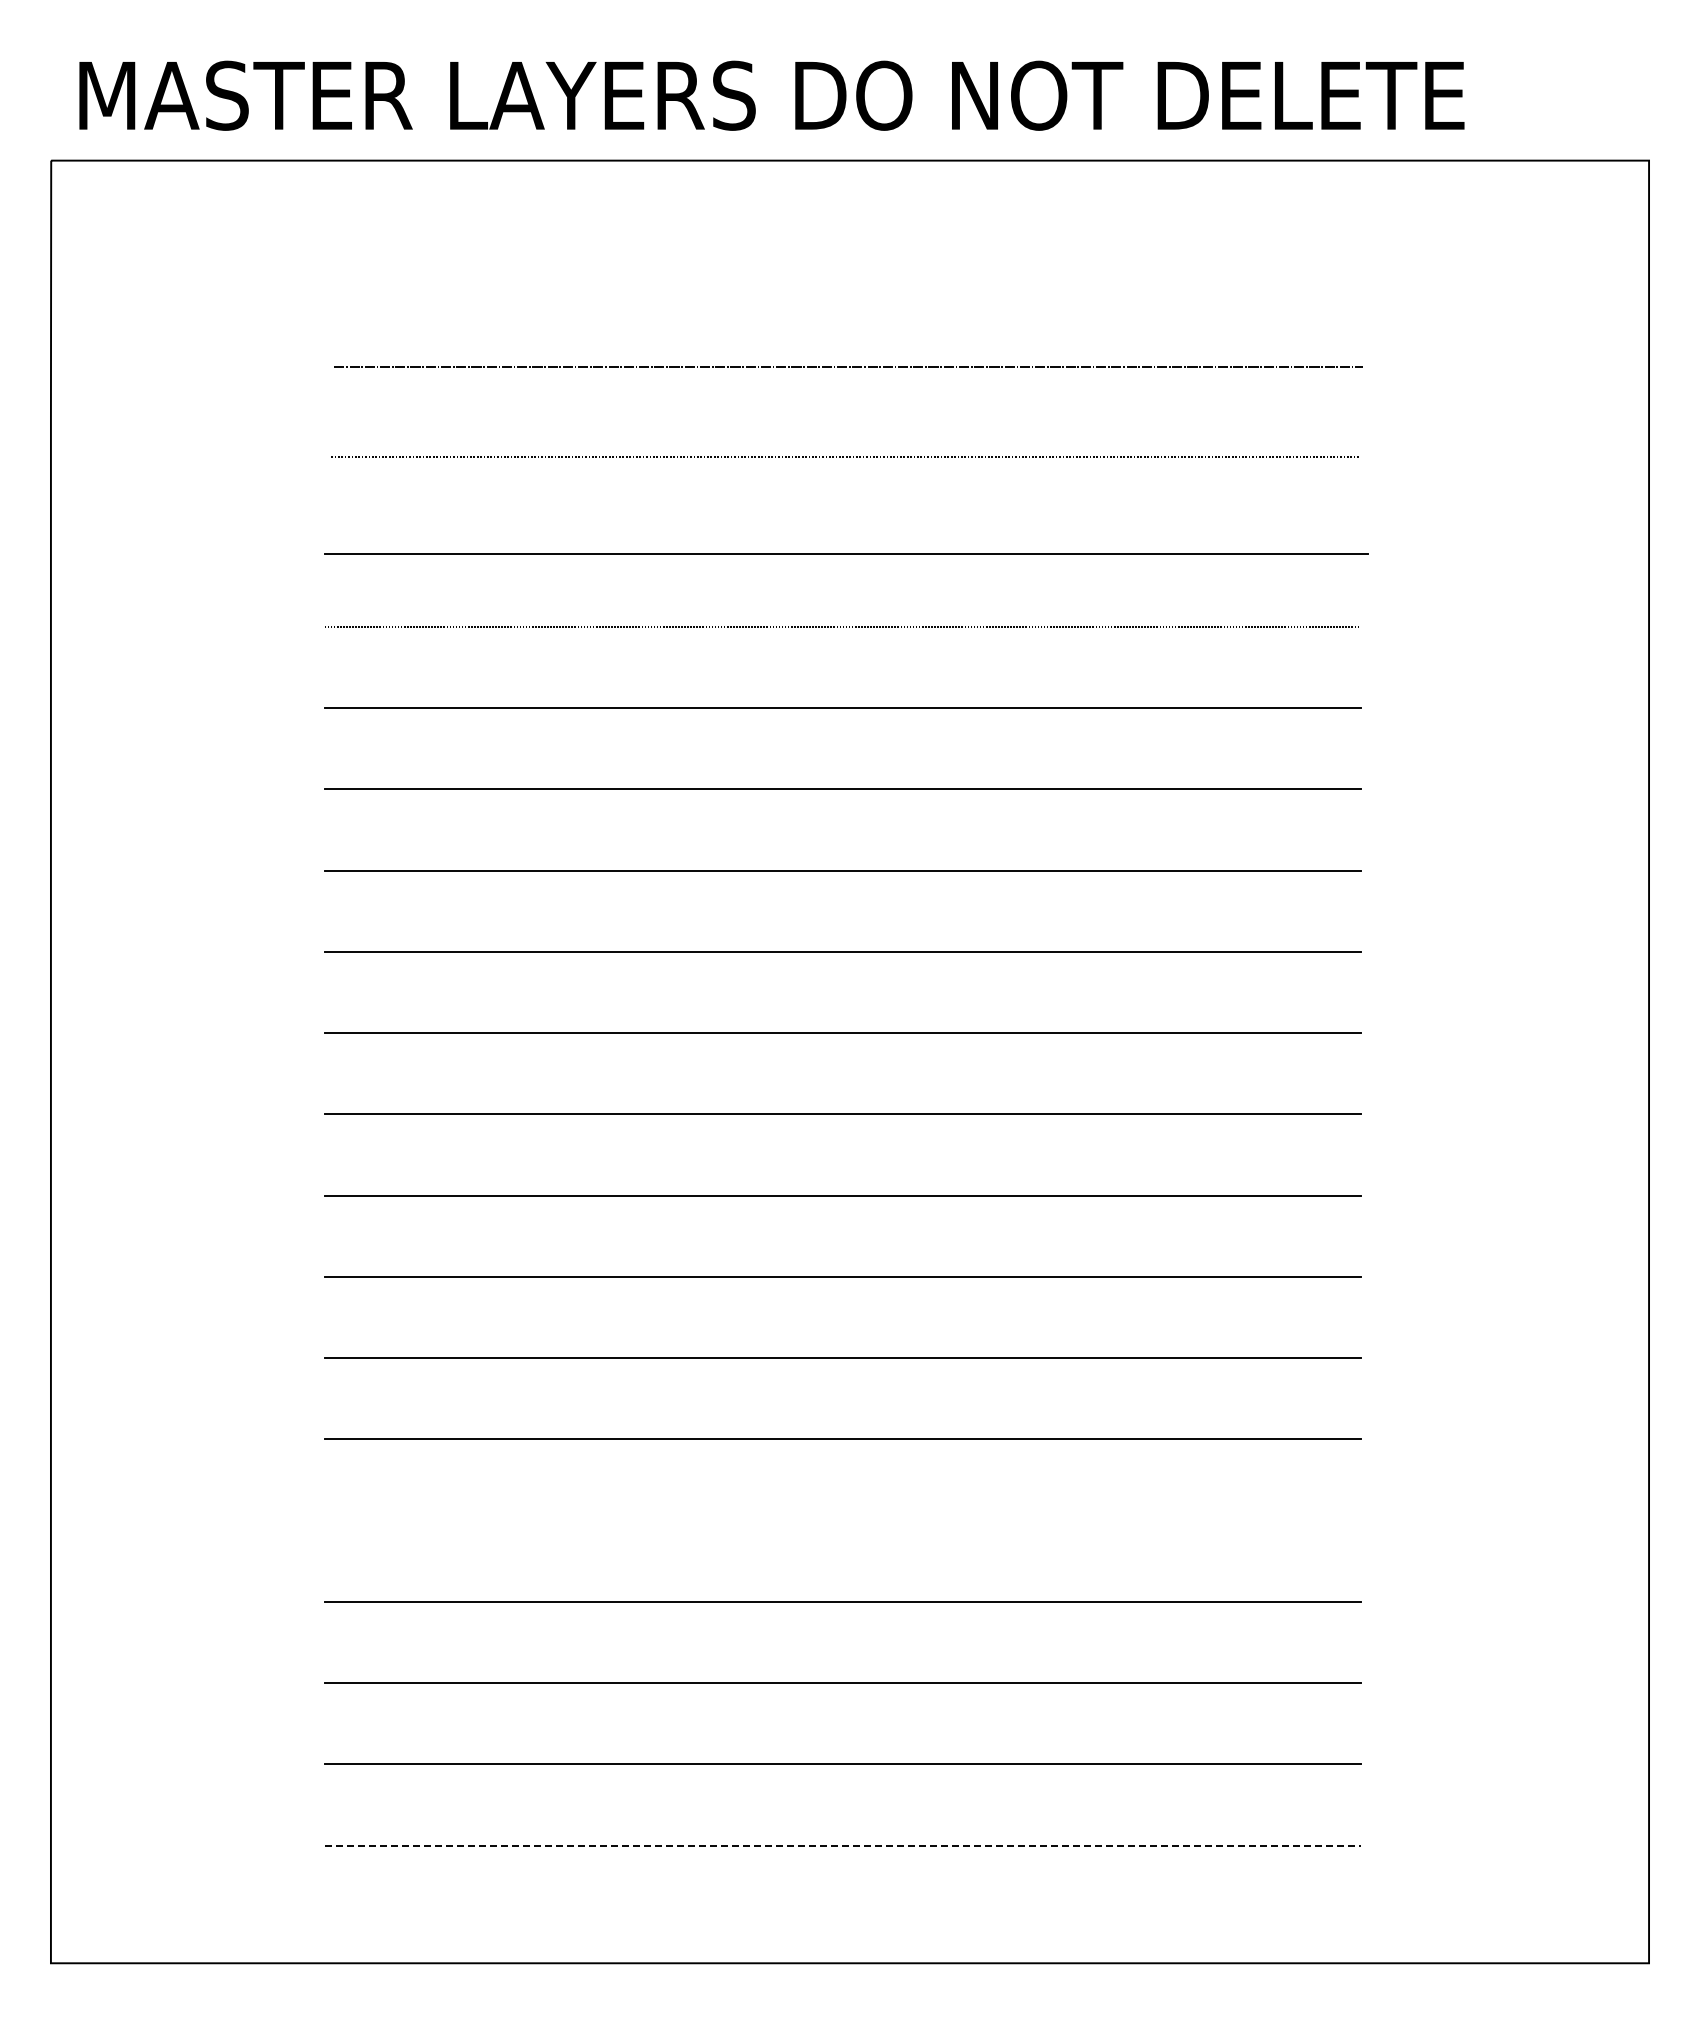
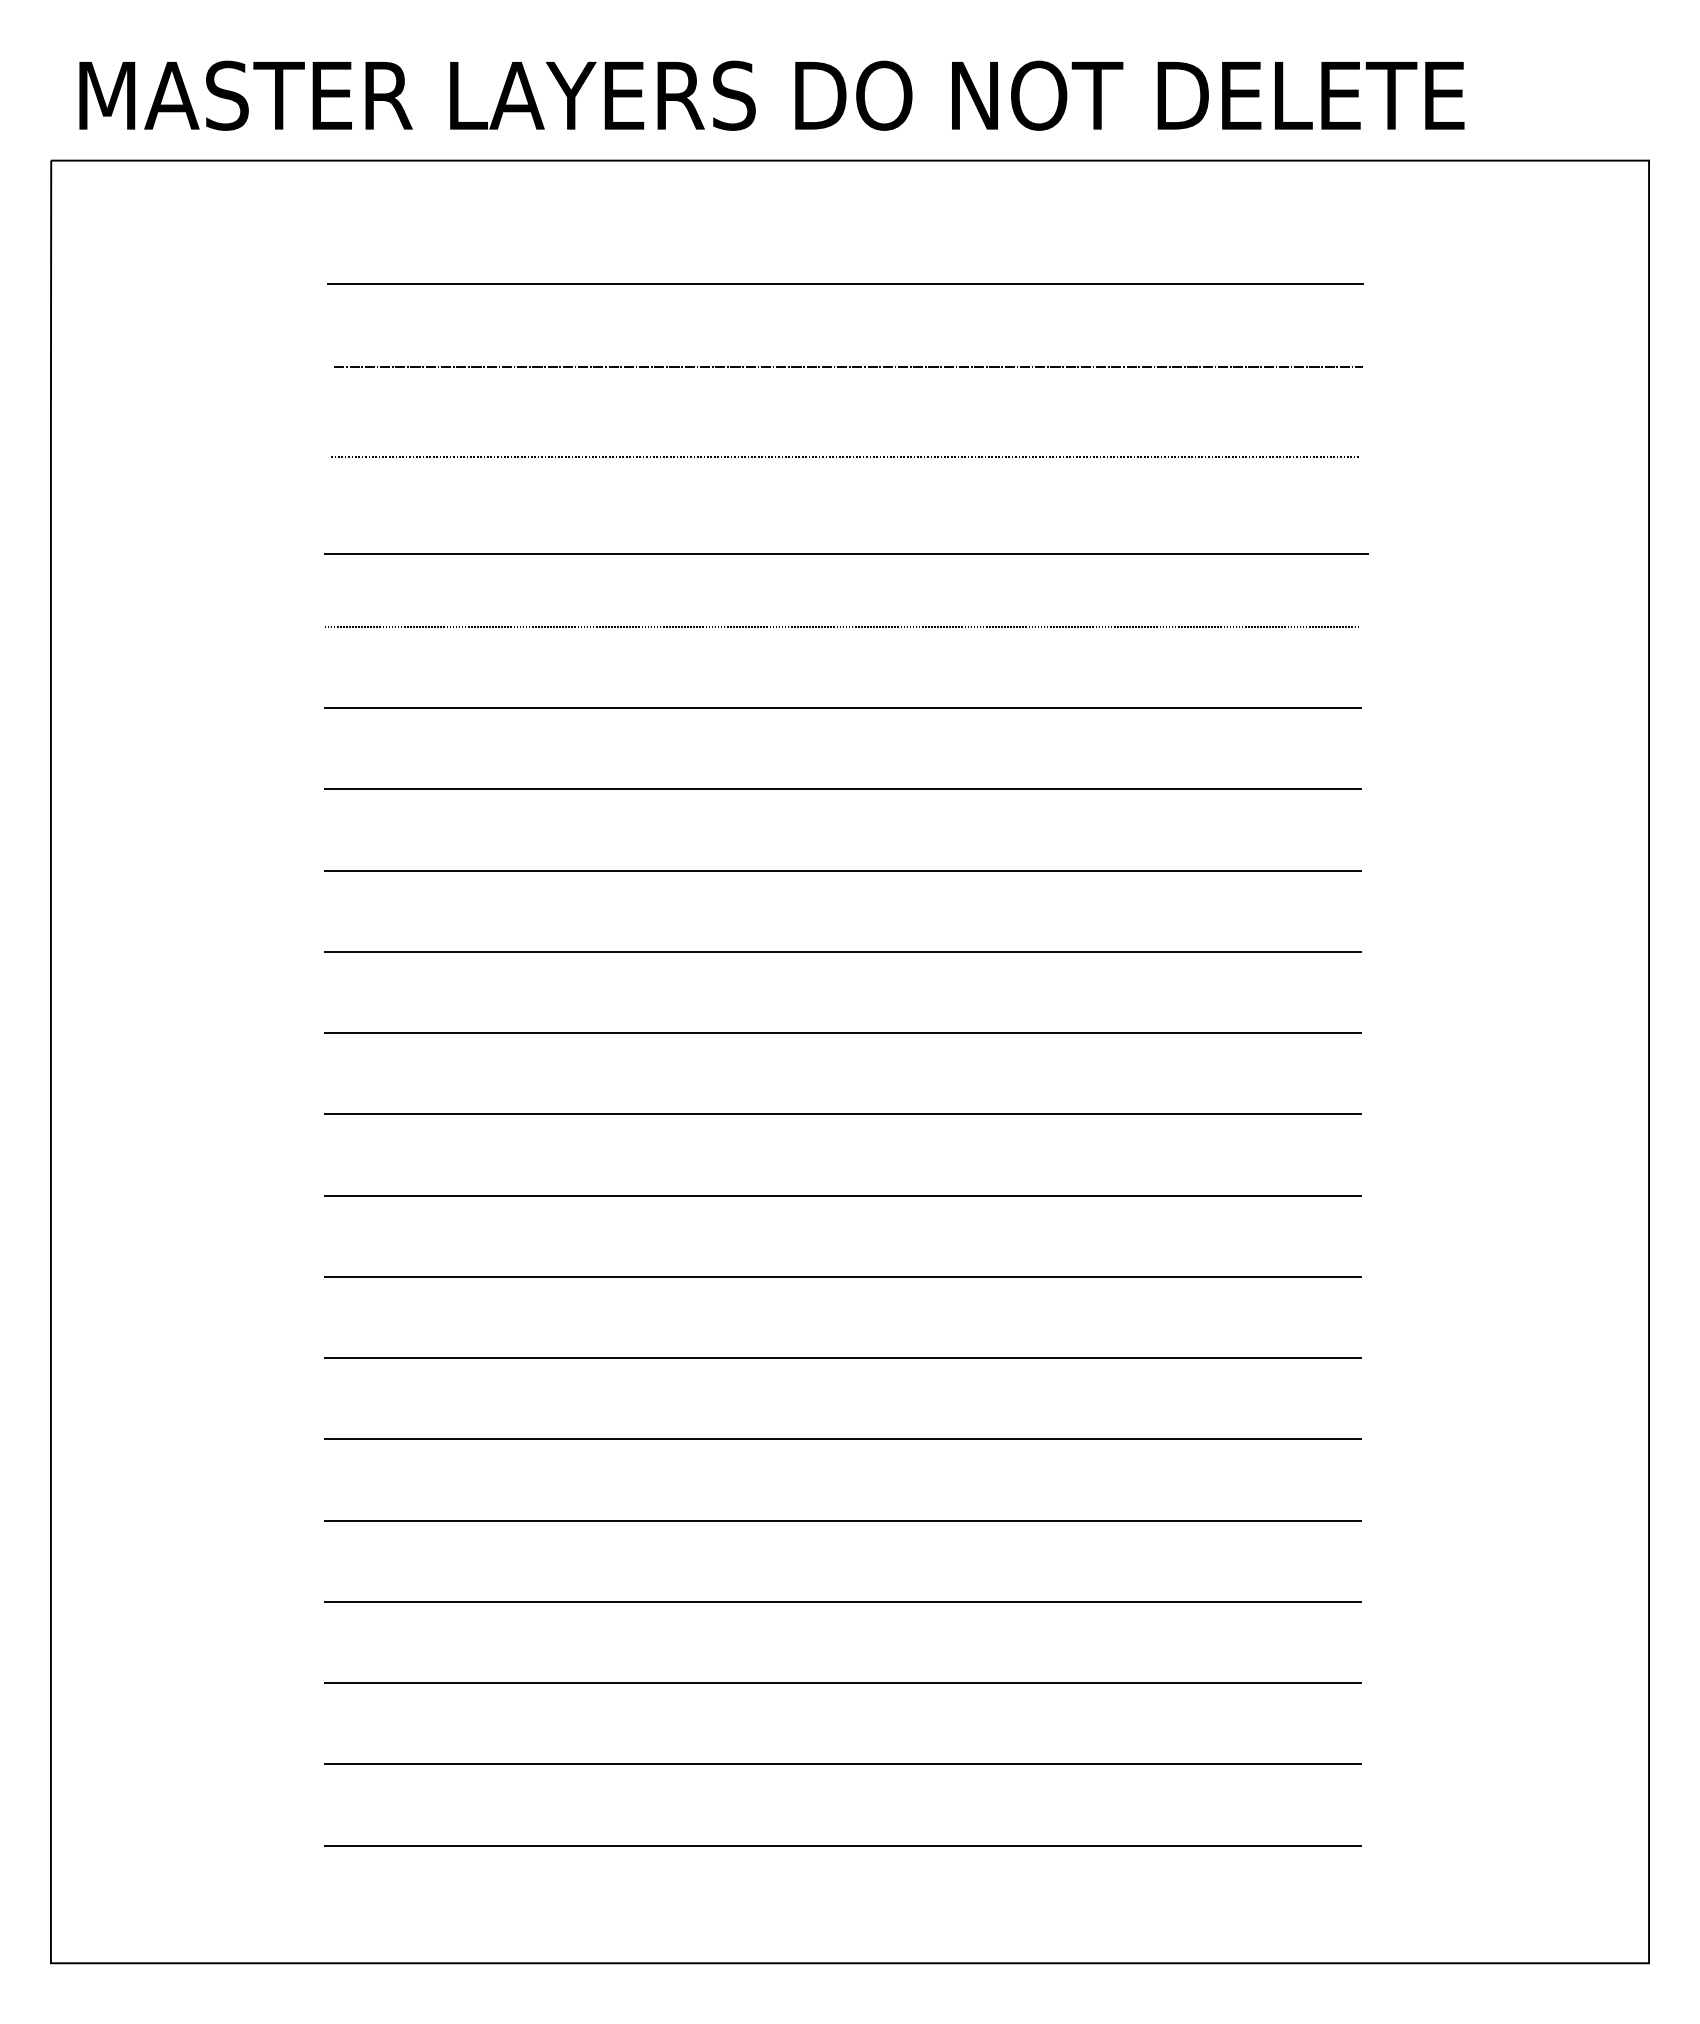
line at (844, 283): none -> present
line at (842, 1520): none -> present
line at (843, 1845): dashed -> solid
